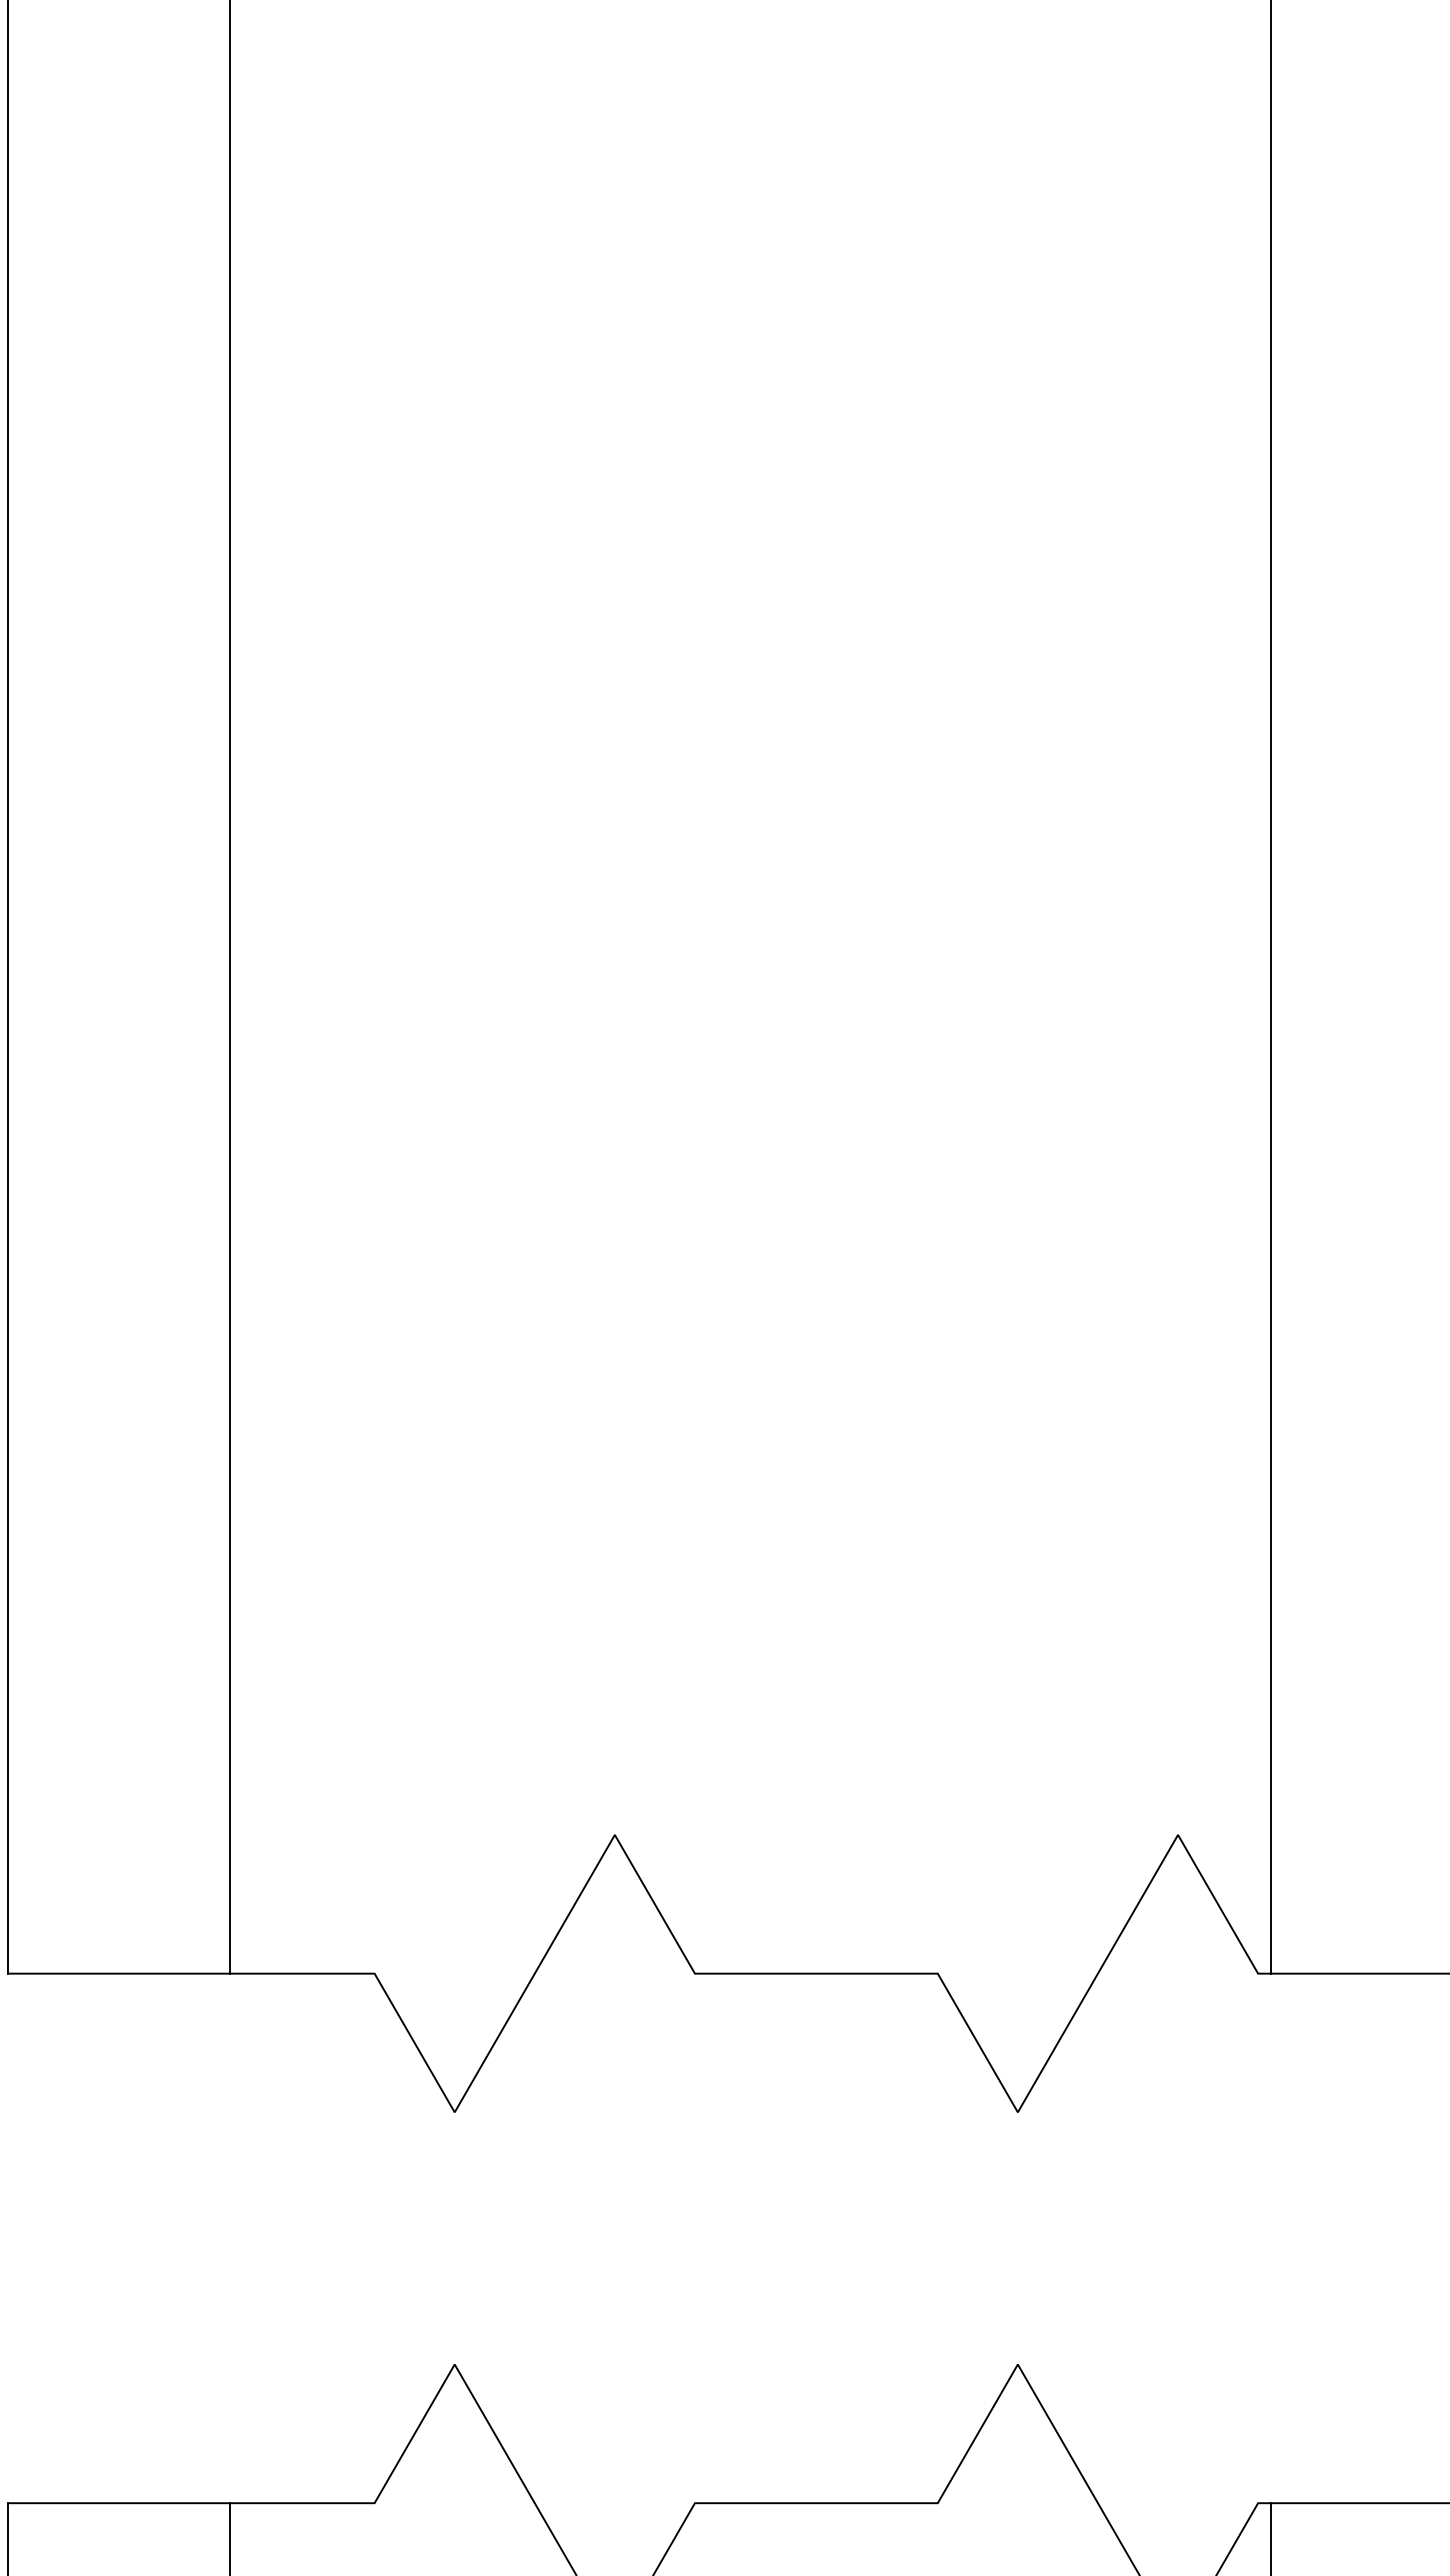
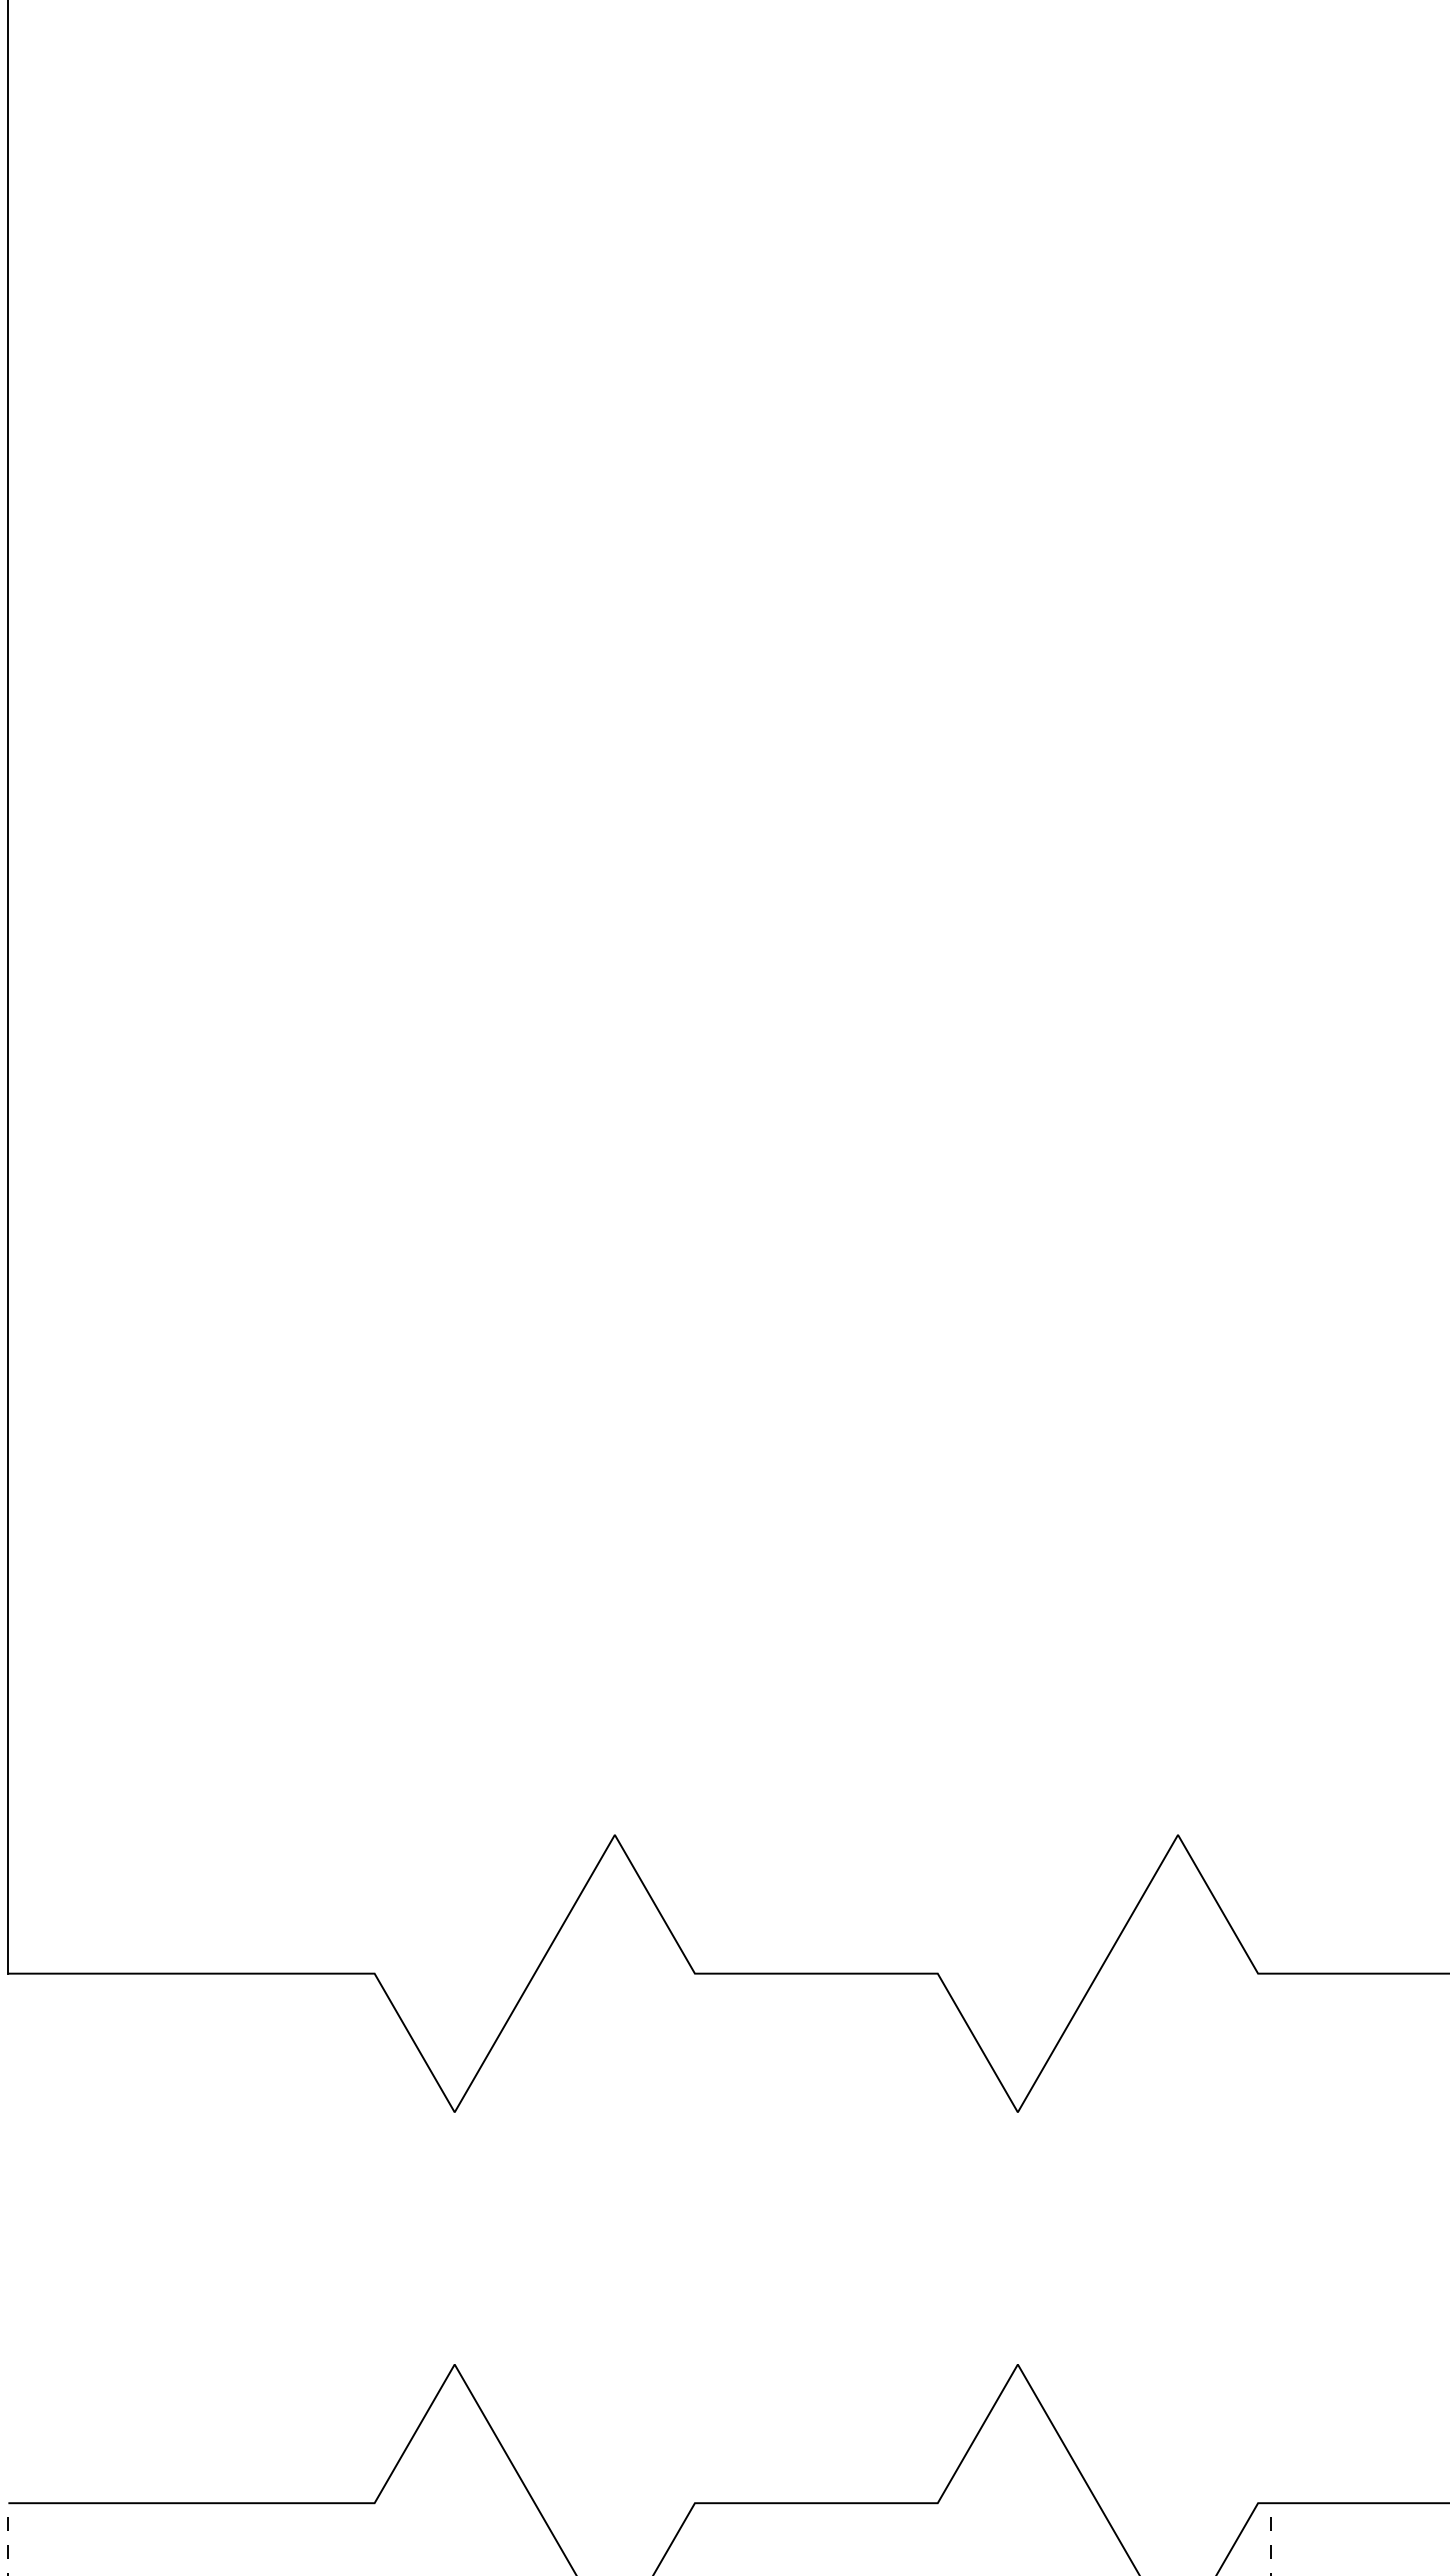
line at (230, 987): present -> none
line at (1270, 987): present -> none
line at (230, 2537): present -> none
line at (8, 2539): solid -> dashed
line at (1270, 2539): solid -> dashed
